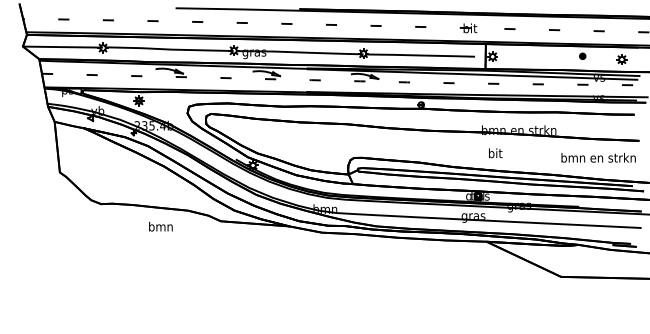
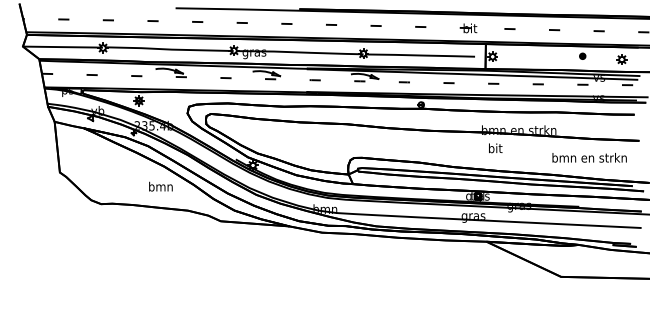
text at (495, 153) position: (495, 153) -> (495, 148)
text at (598, 157) position: (598, 157) -> (589, 157)
text at (160, 226) position: (160, 226) -> (160, 186)
